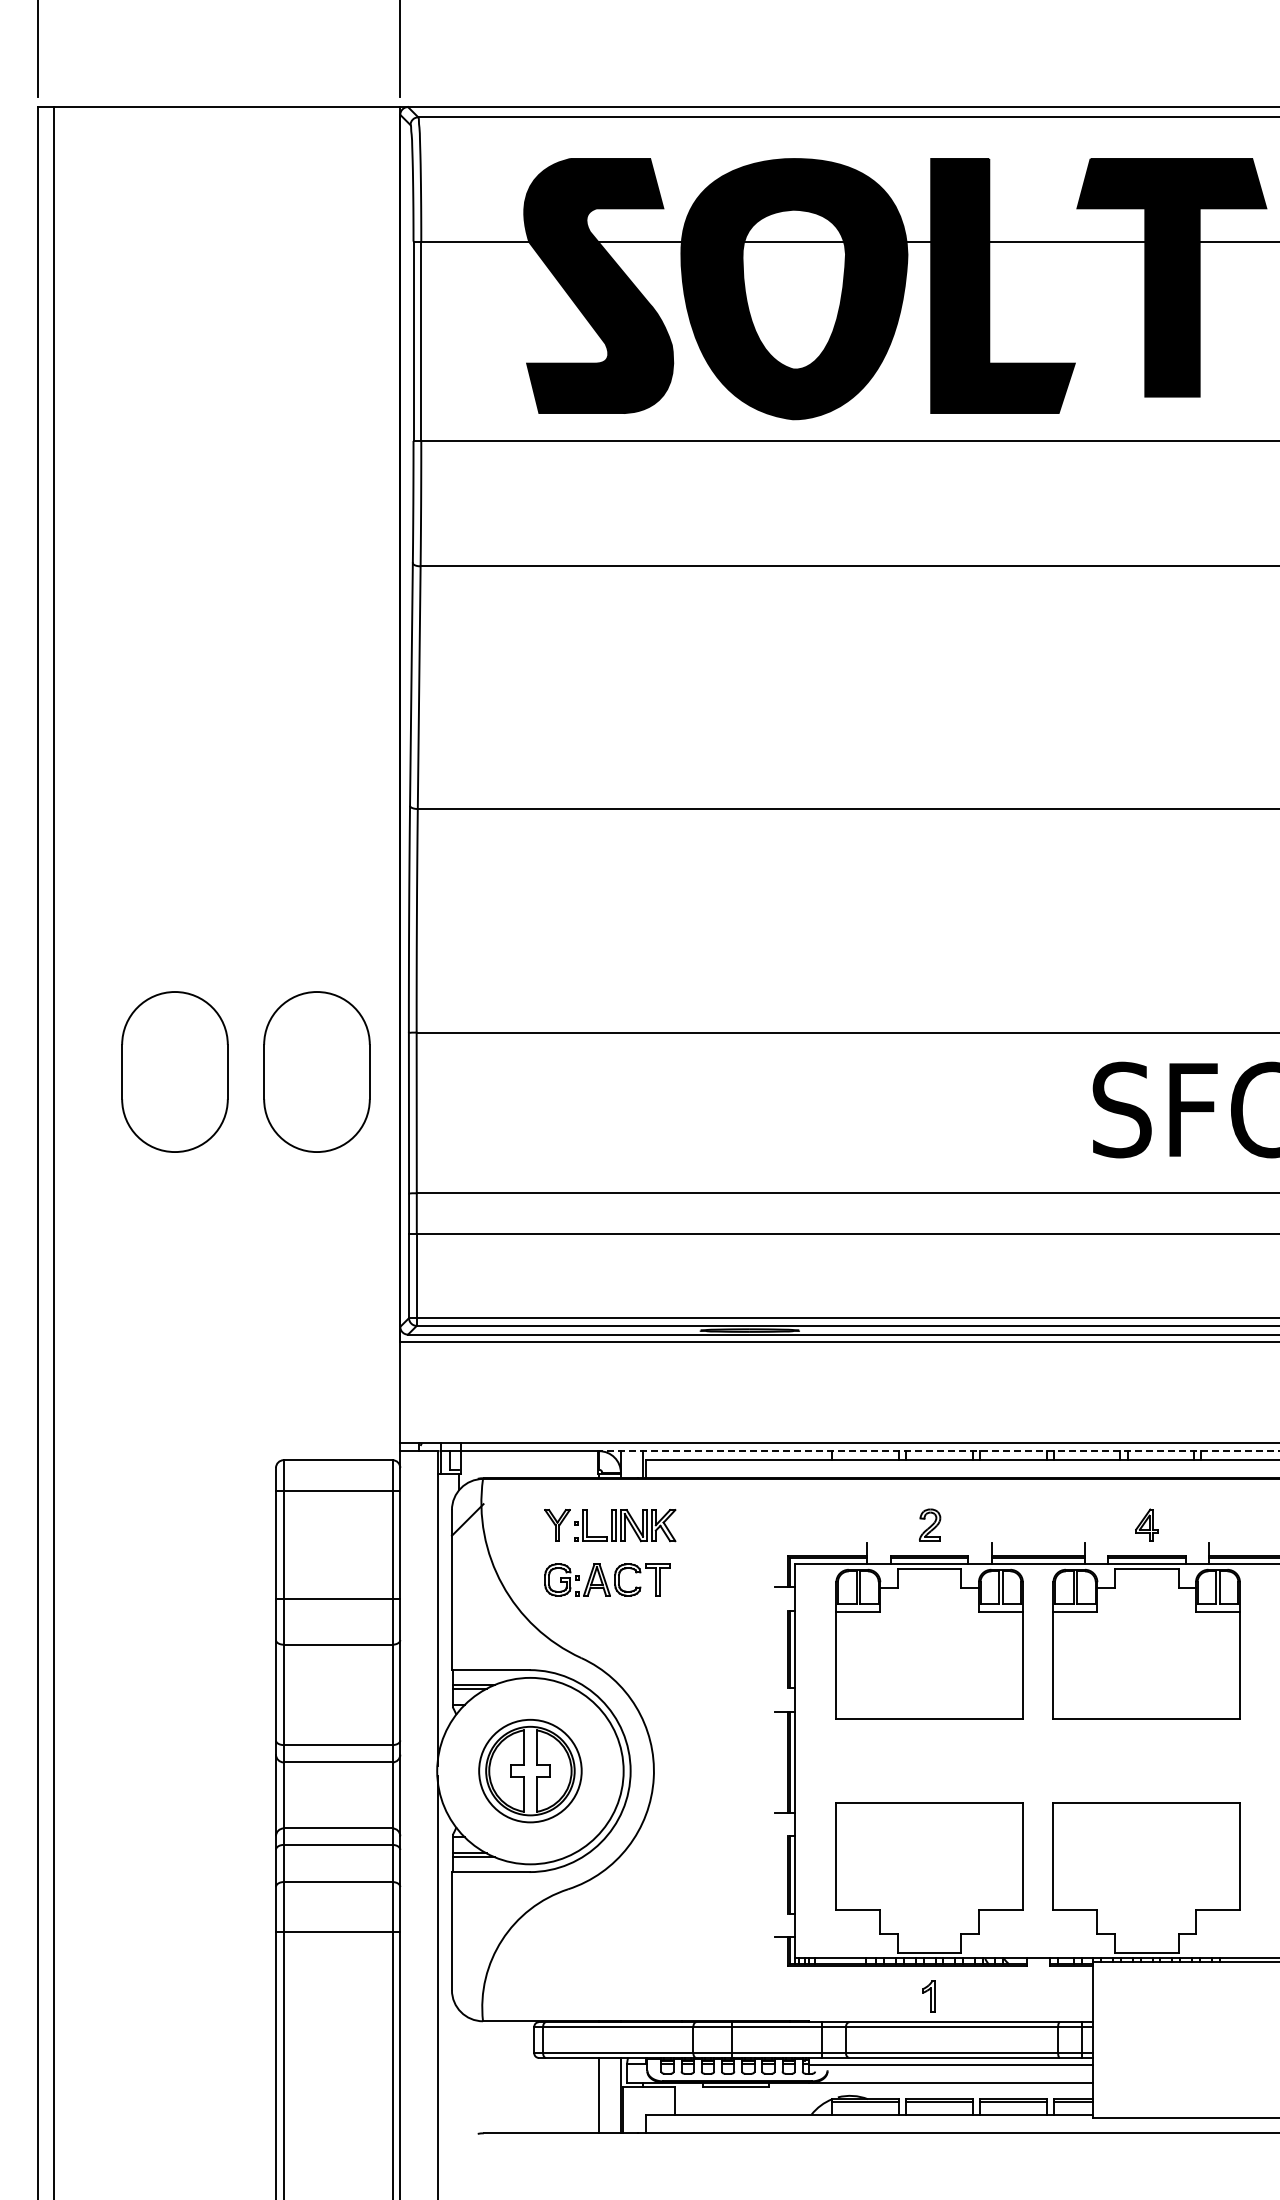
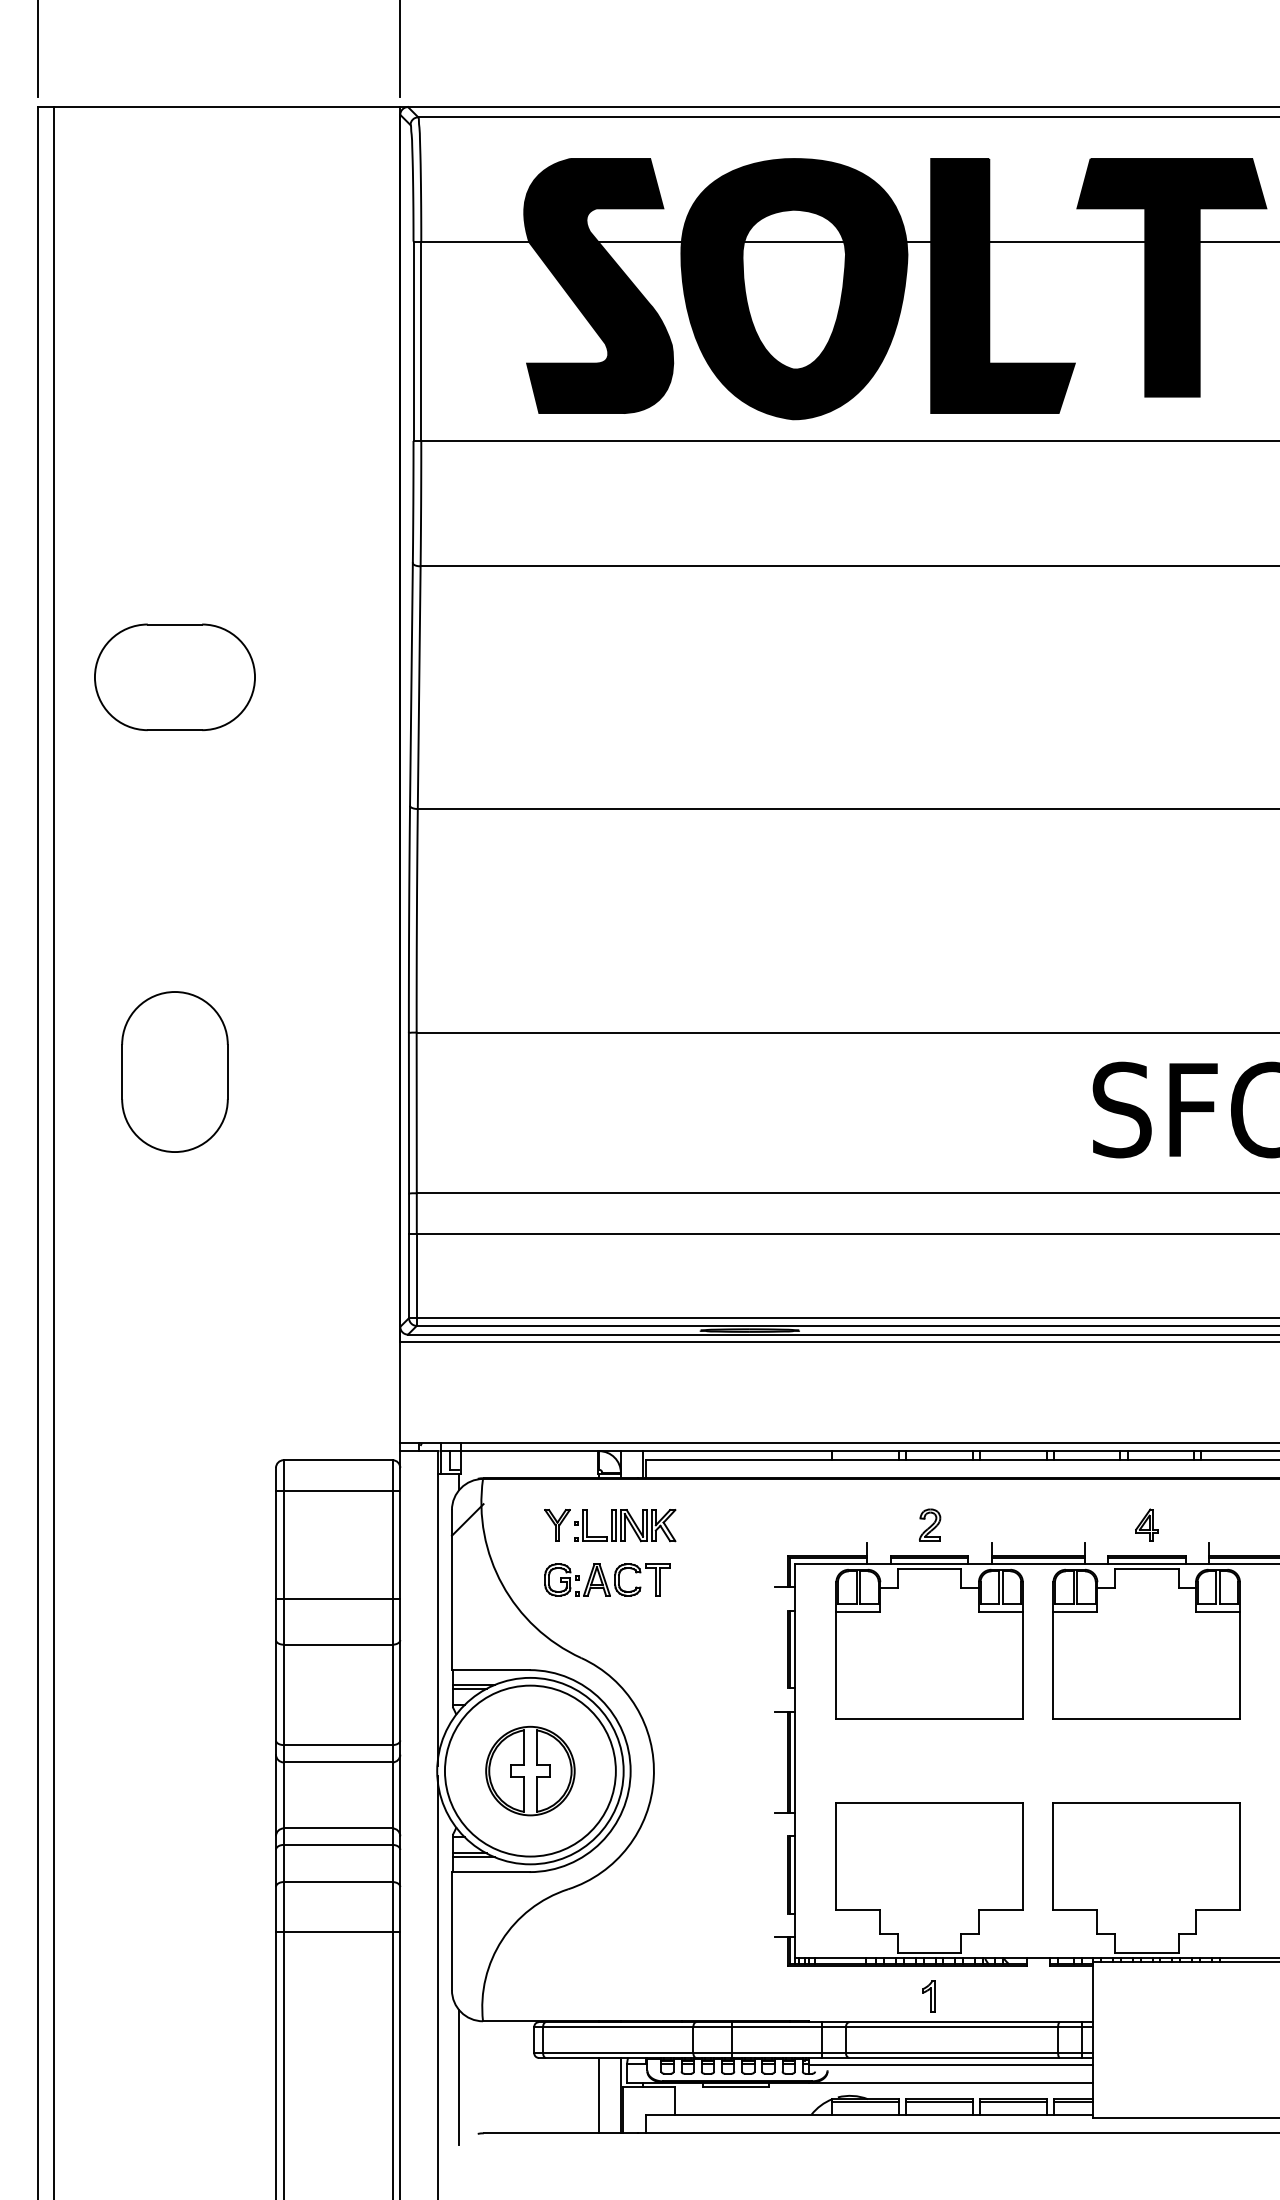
part at (174, 677): none -> present
part at (316, 1071): present -> none
line at (939, 1451): dashed -> solid
circle at (530, 1770) diameter: 103 px -> 171 px
line at (459, 2077): none -> present
